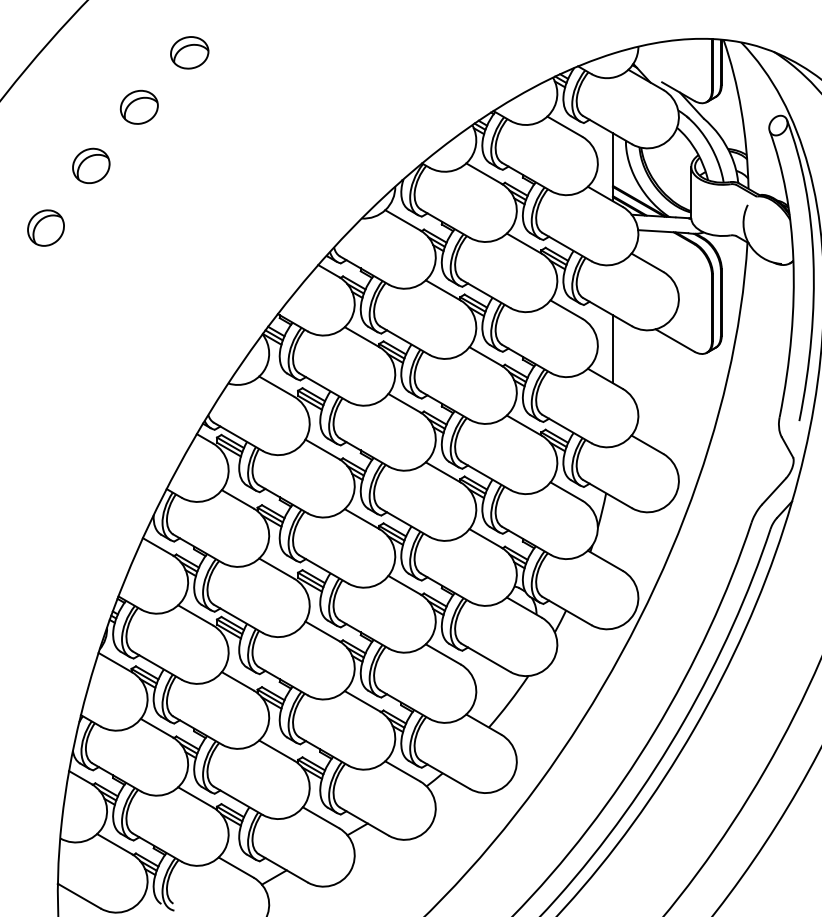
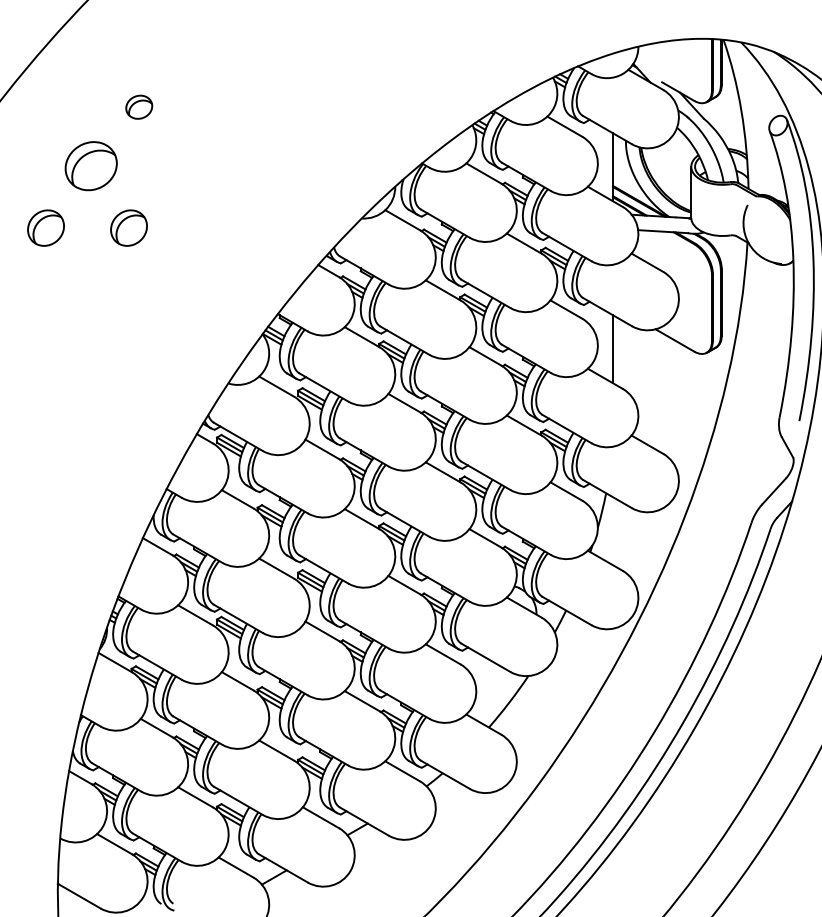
part at (189, 52): present -> none
part at (138, 106) size: 40x36 px -> 29x26 px
part at (91, 165) size: 39x37 px -> 54x51 px
part at (128, 227): none -> present
